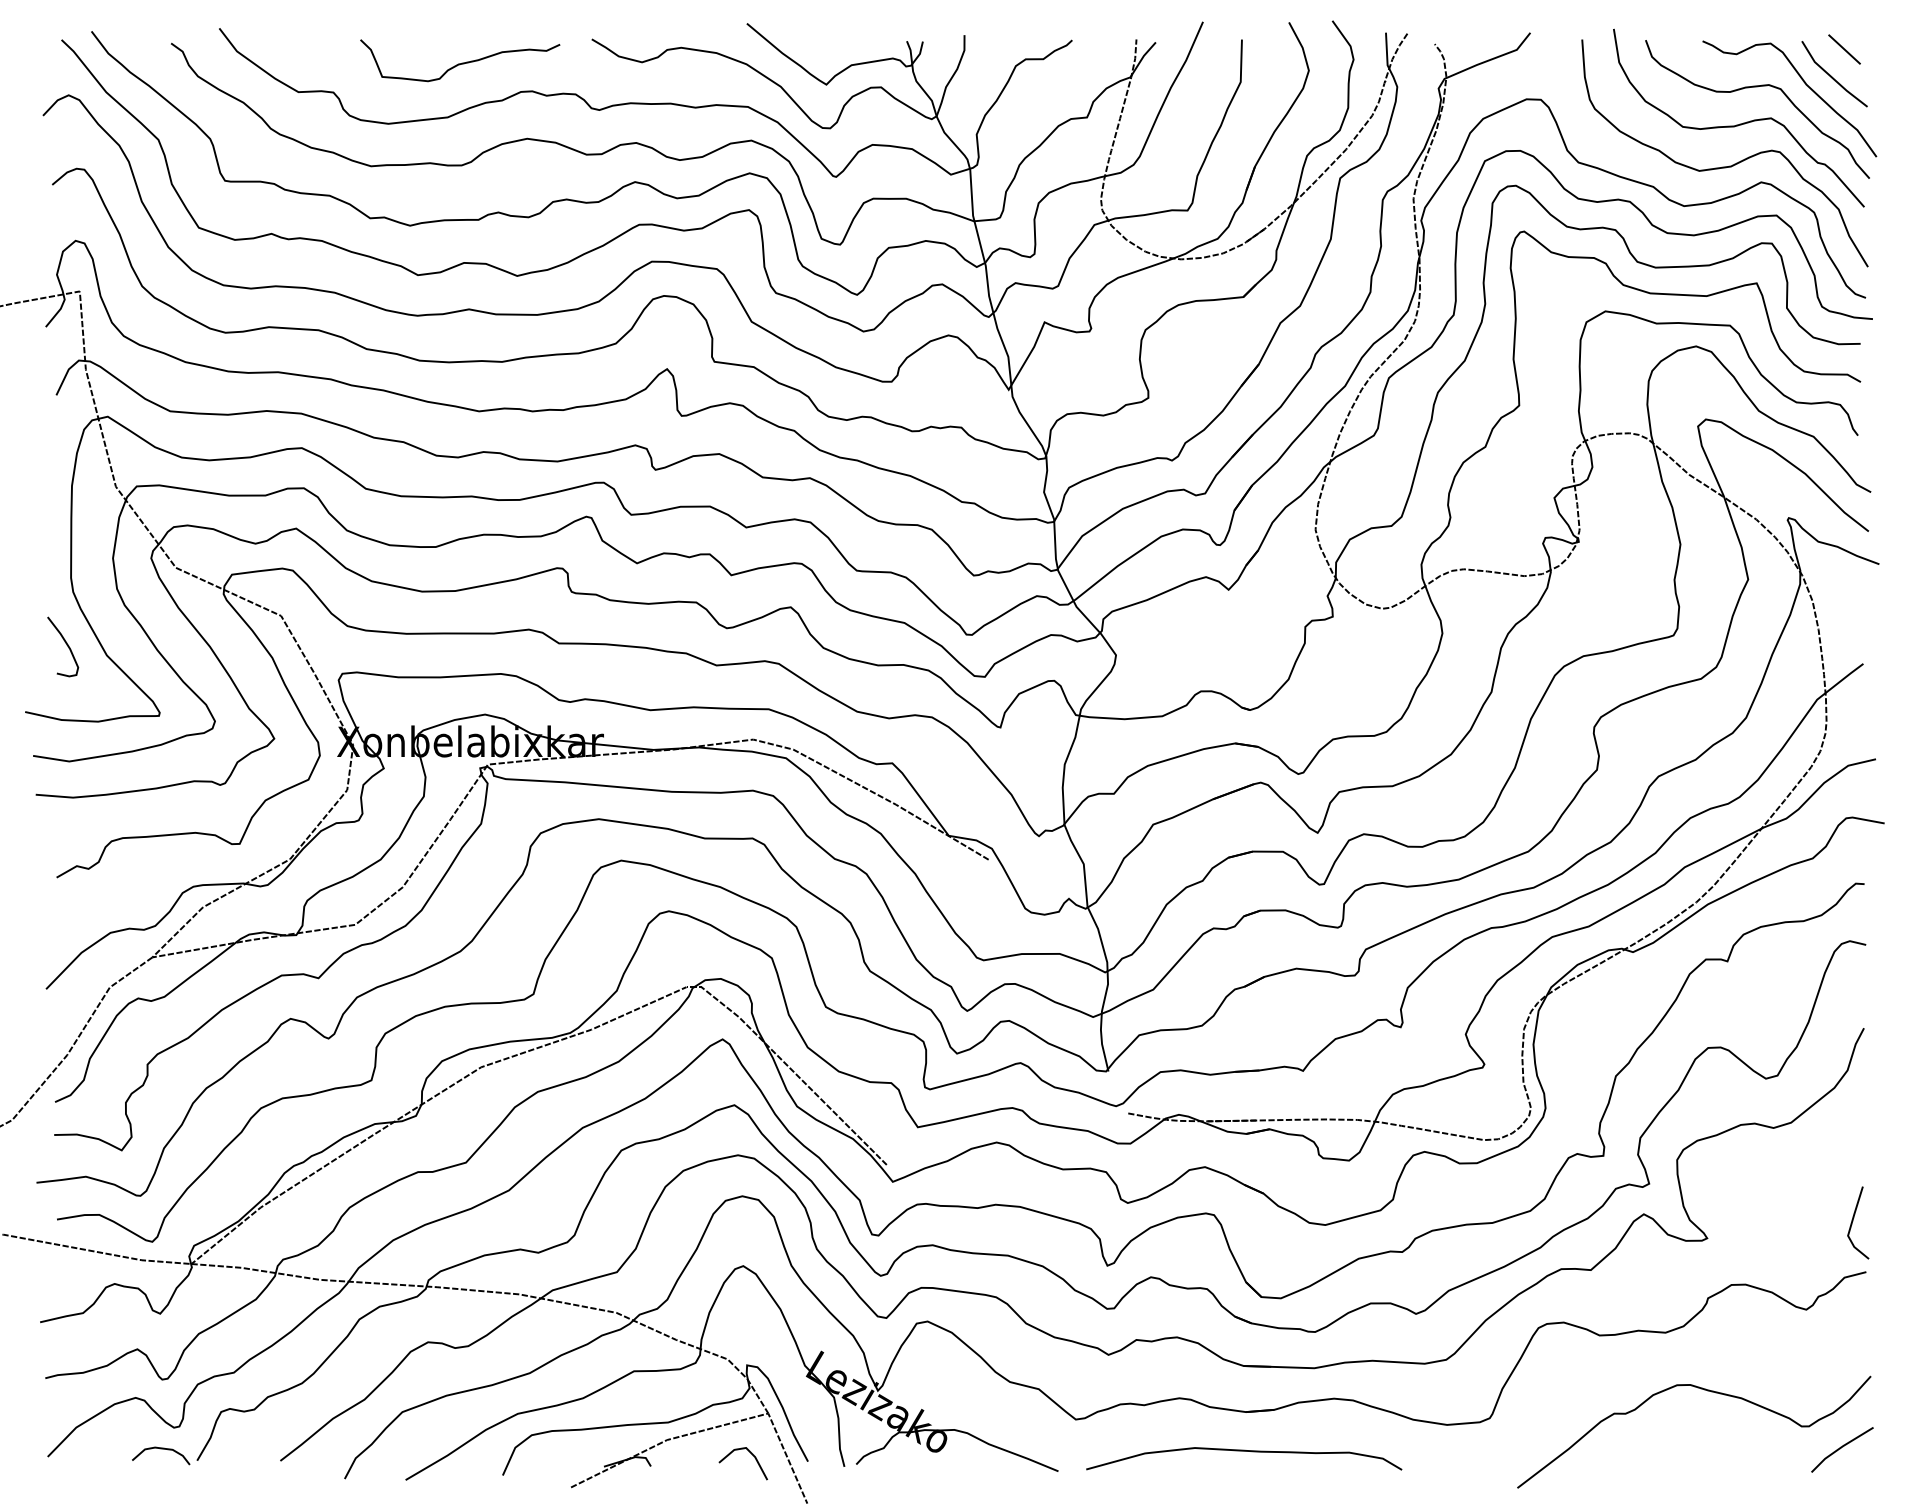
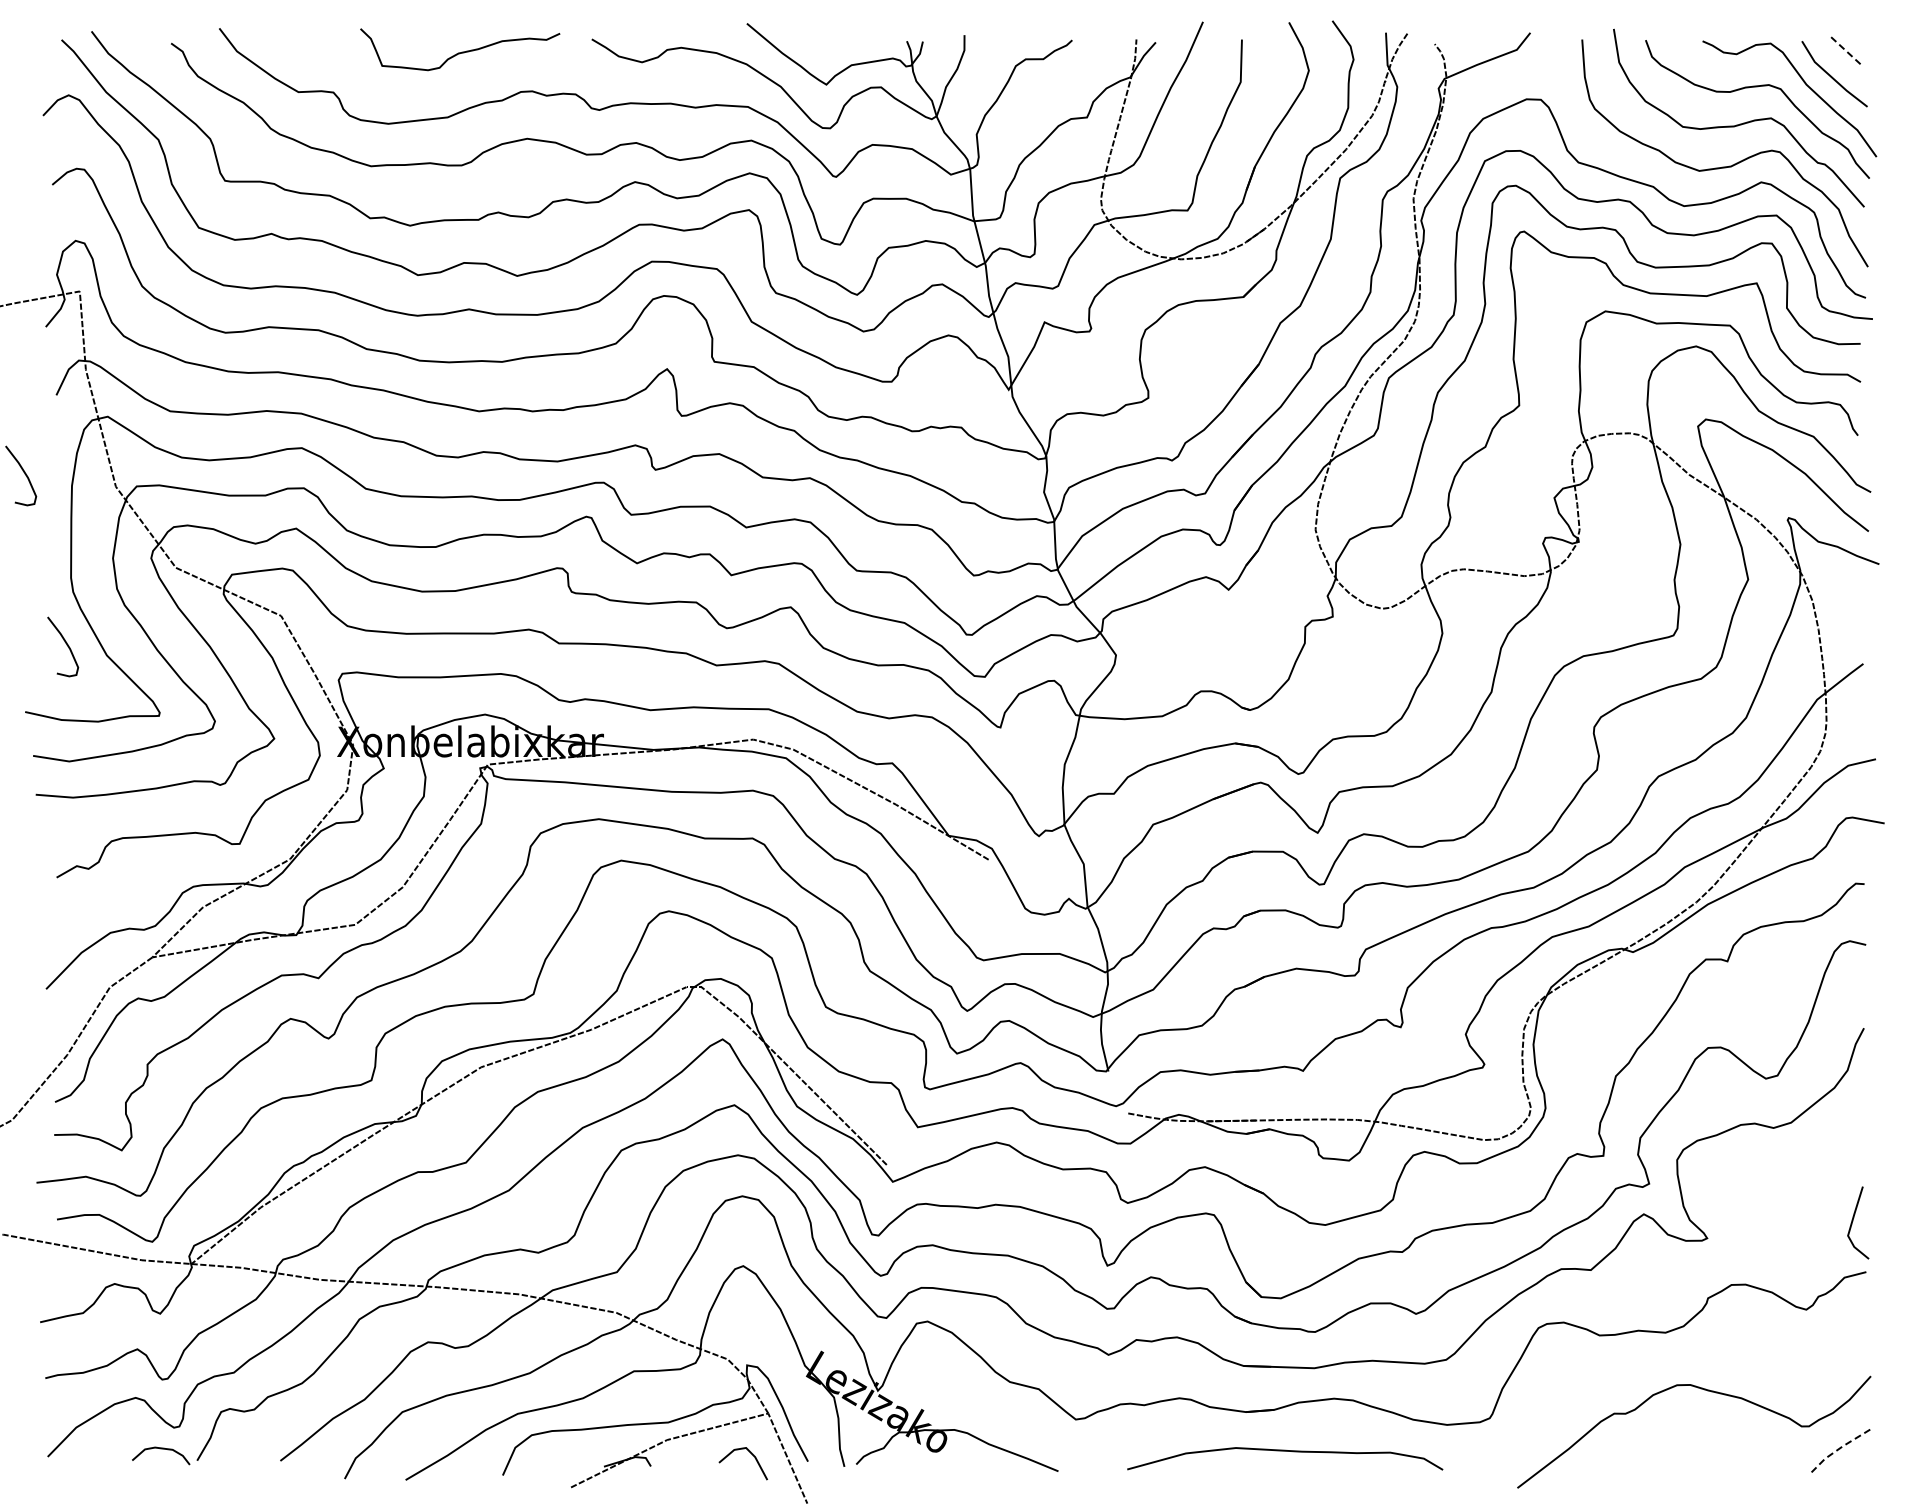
line at (1844, 49): solid -> dashed
curve at (462, 62) position: (462, 62) -> (462, 51)
curve at (24, 474): none -> present
line at (1840, 1447): solid -> dashed
curve at (1244, 1451) position: (1244, 1451) -> (1285, 1451)
